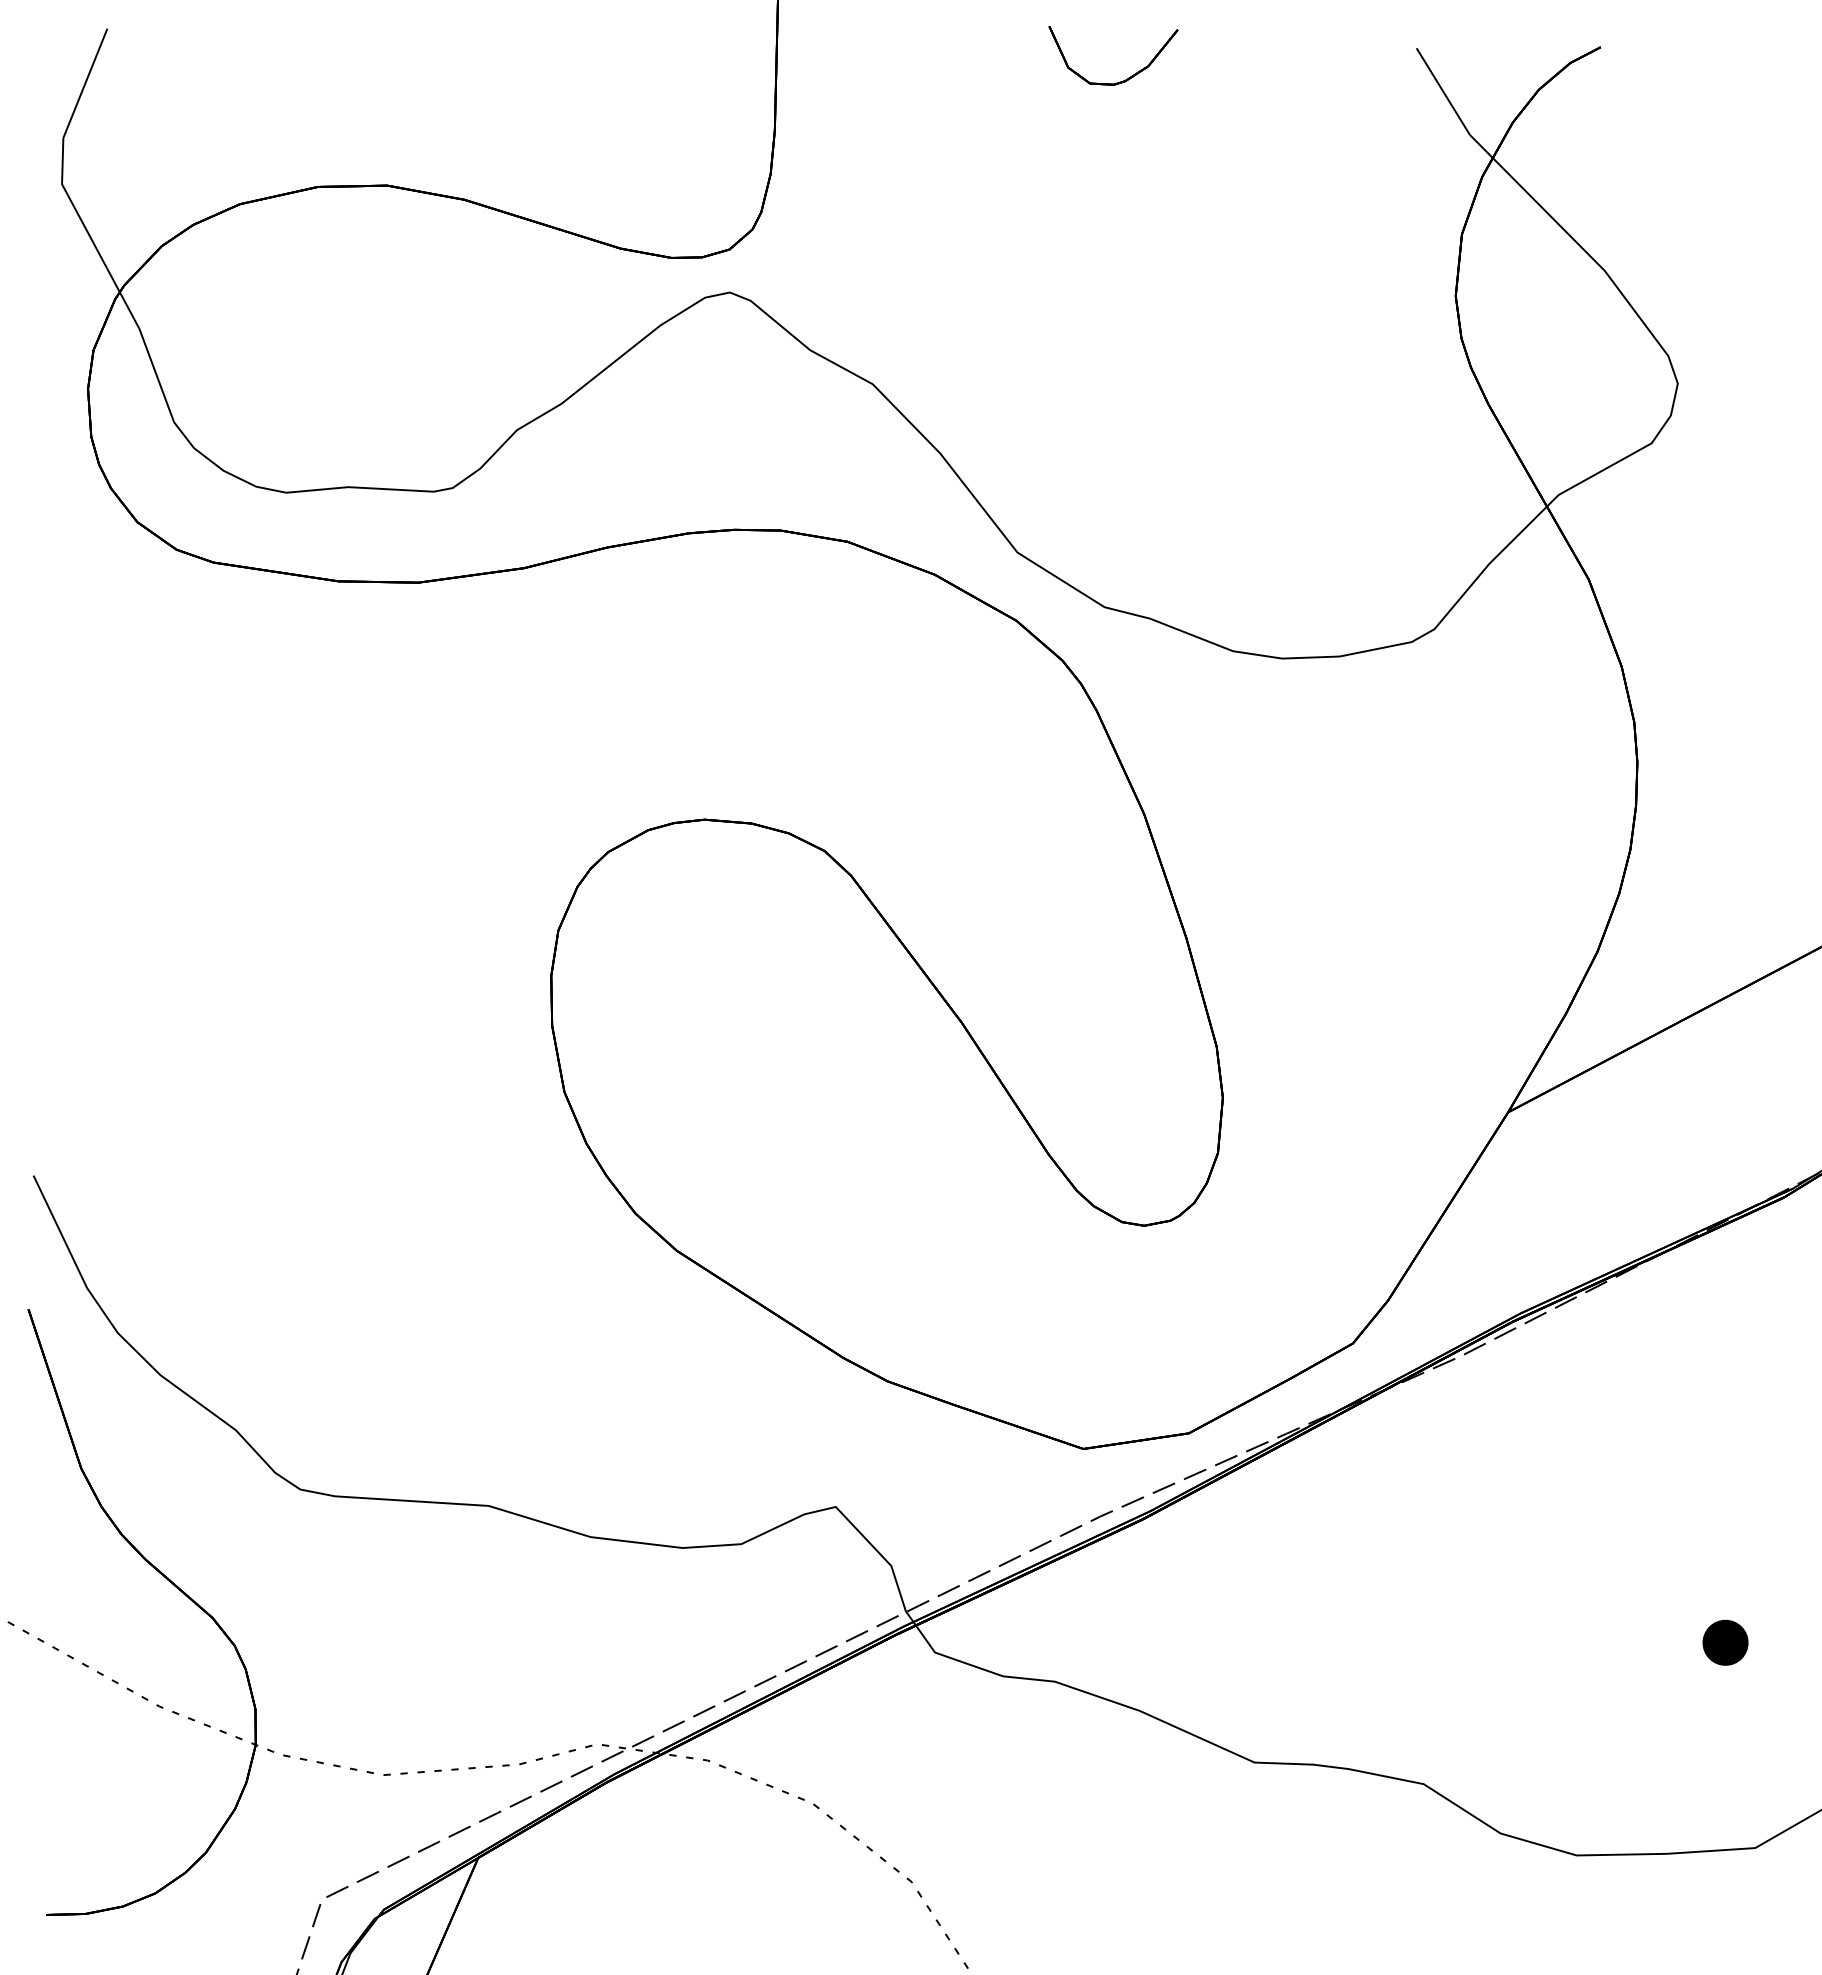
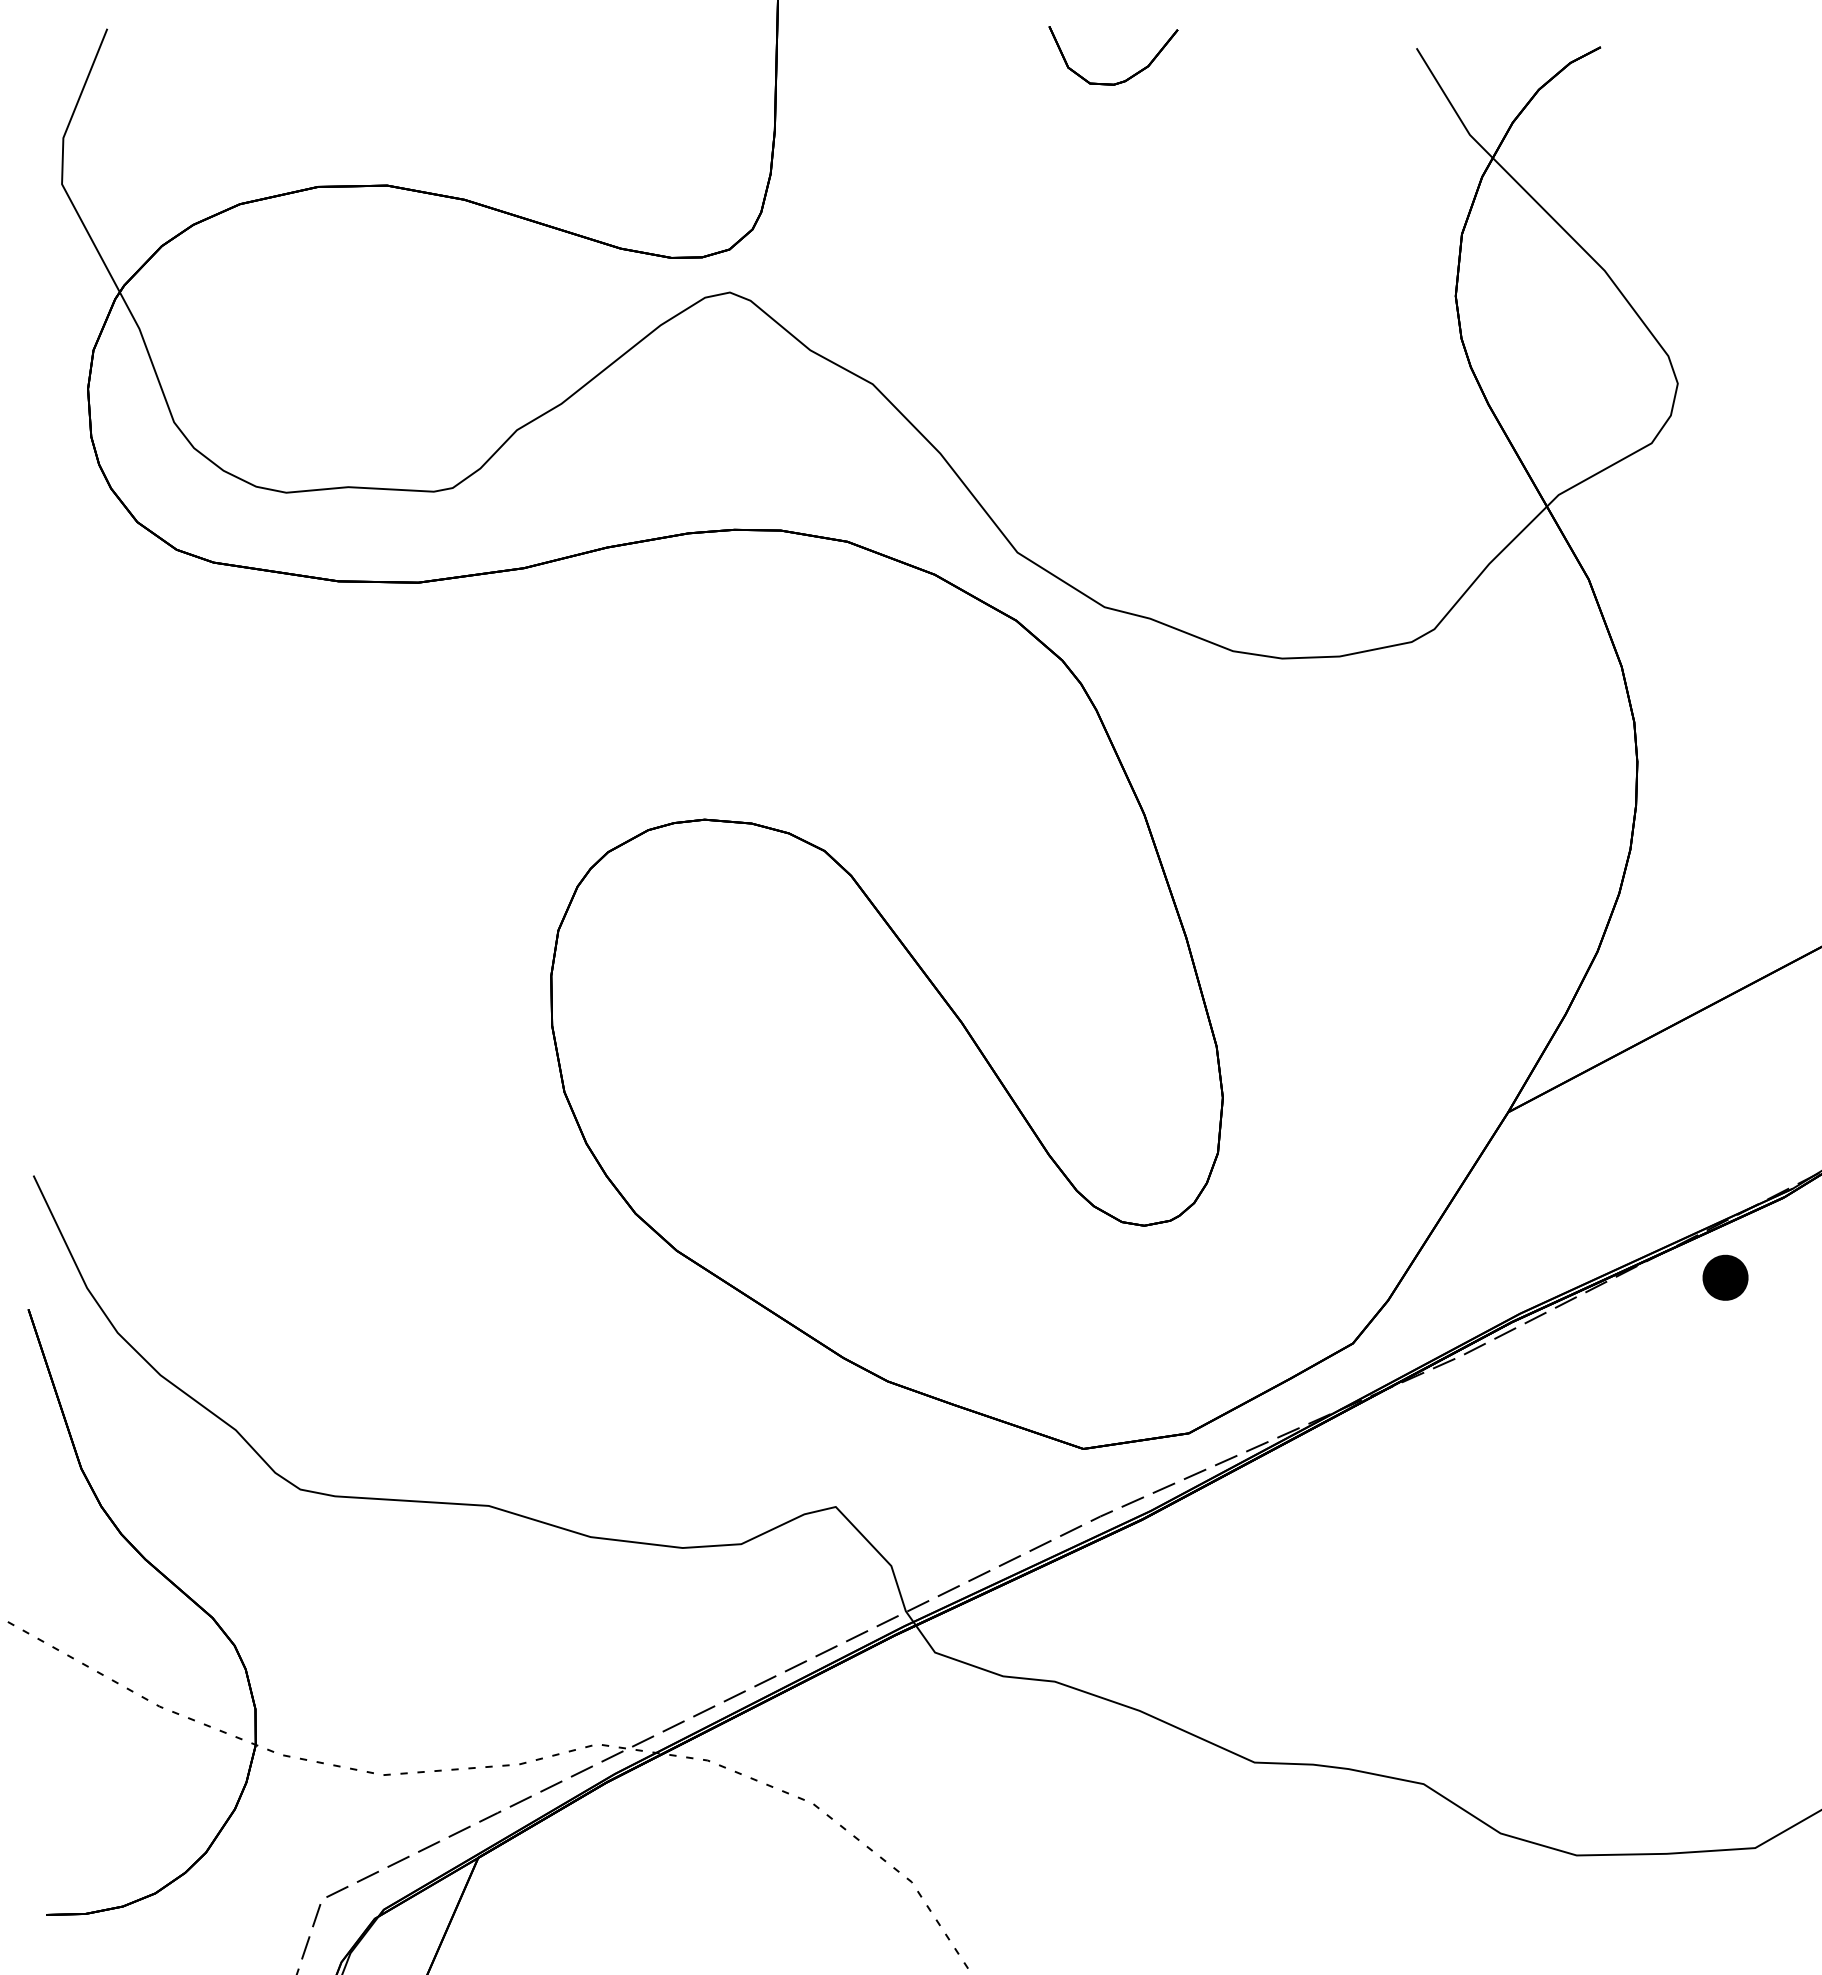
part at (1725, 1642) position: (1725, 1642) -> (1725, 1277)
